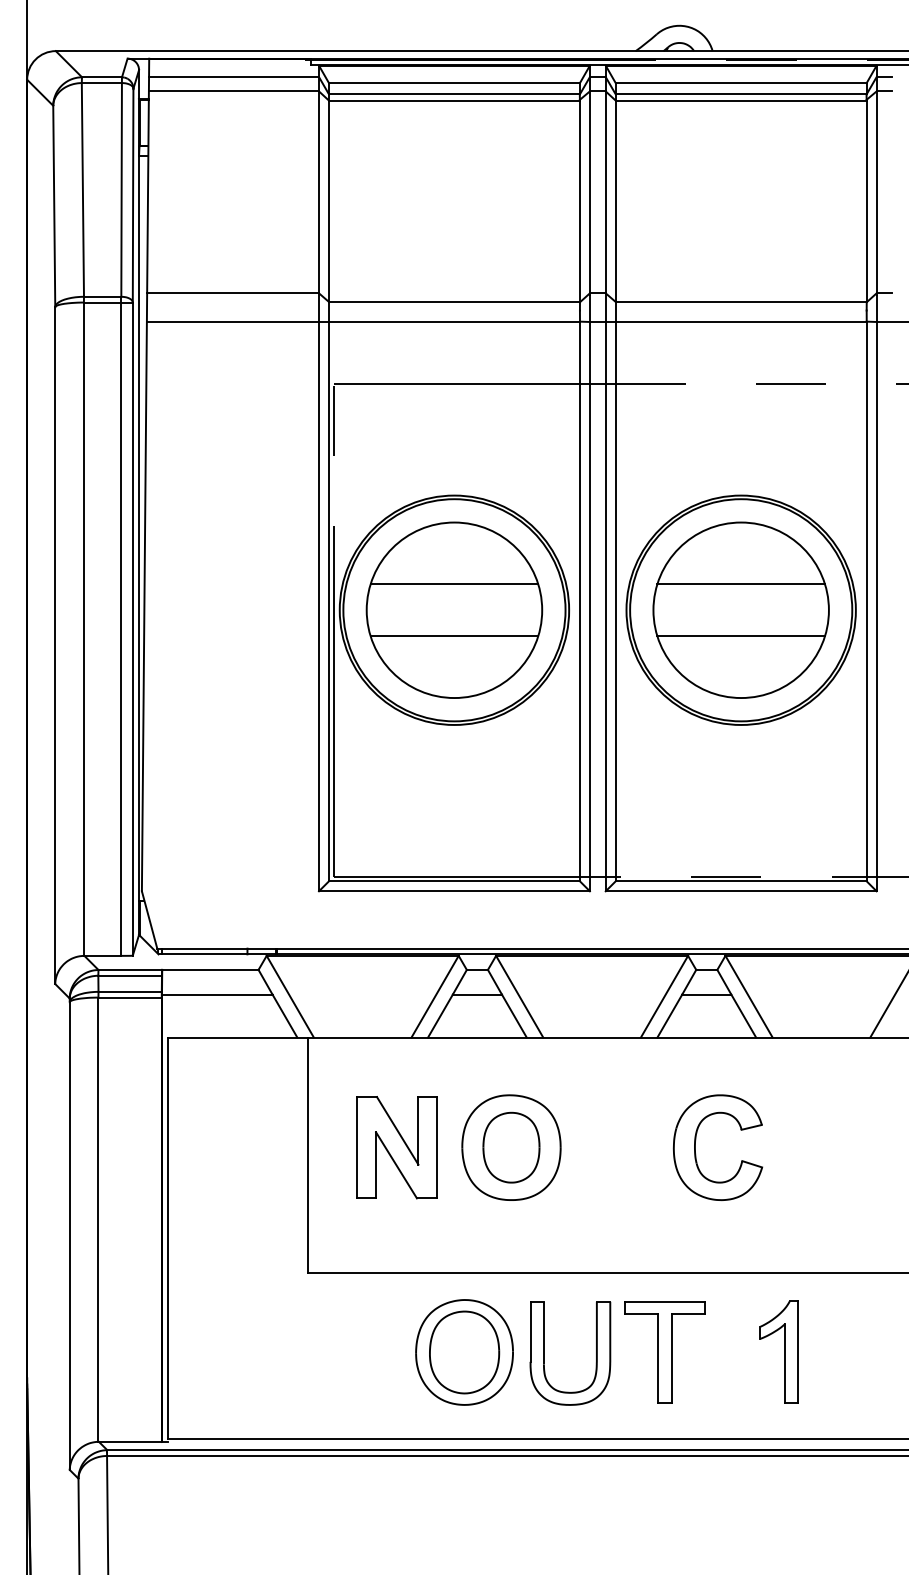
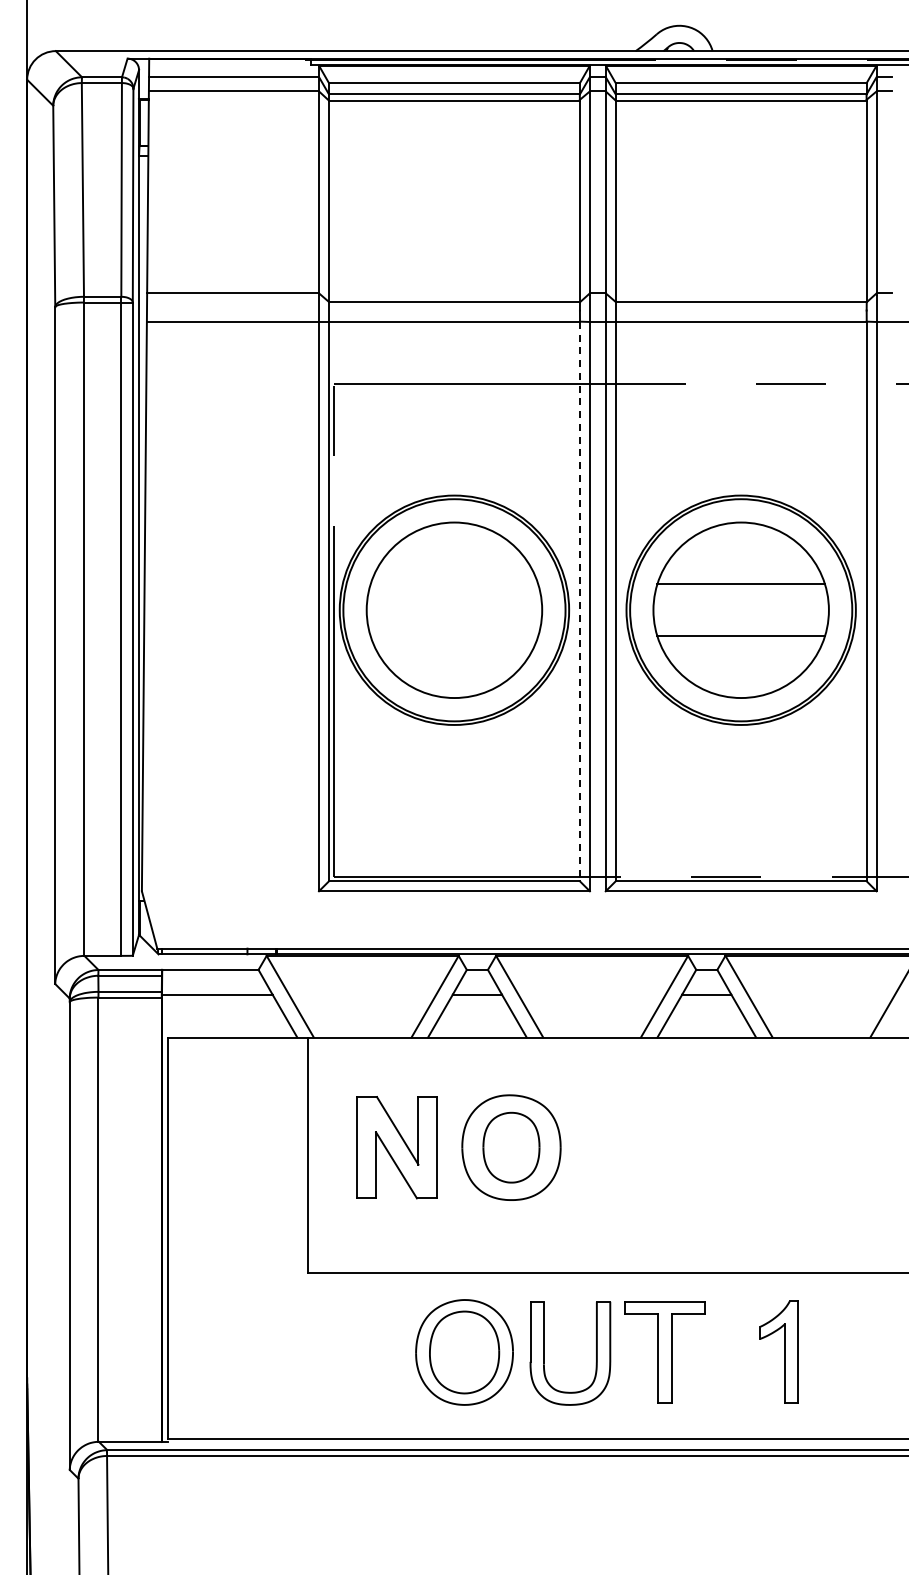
line at (454, 584): present -> none
line at (579, 601): solid -> dashed
line at (454, 636): present -> none
part at (695, 1147): present -> none
